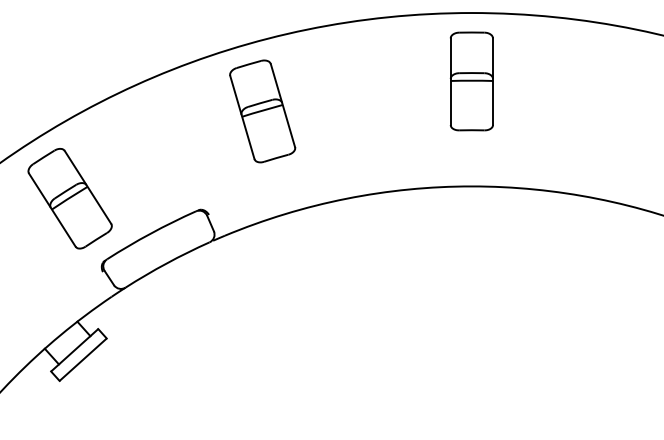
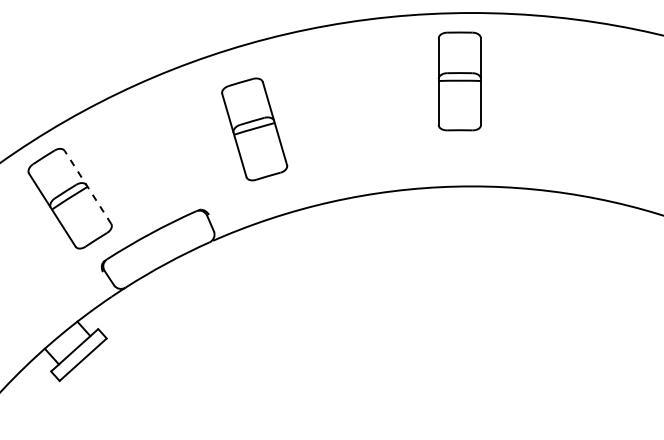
part at (471, 81) position: (471, 81) -> (459, 81)
part at (262, 111) position: (262, 111) -> (254, 129)
line at (87, 187): solid -> dashed
